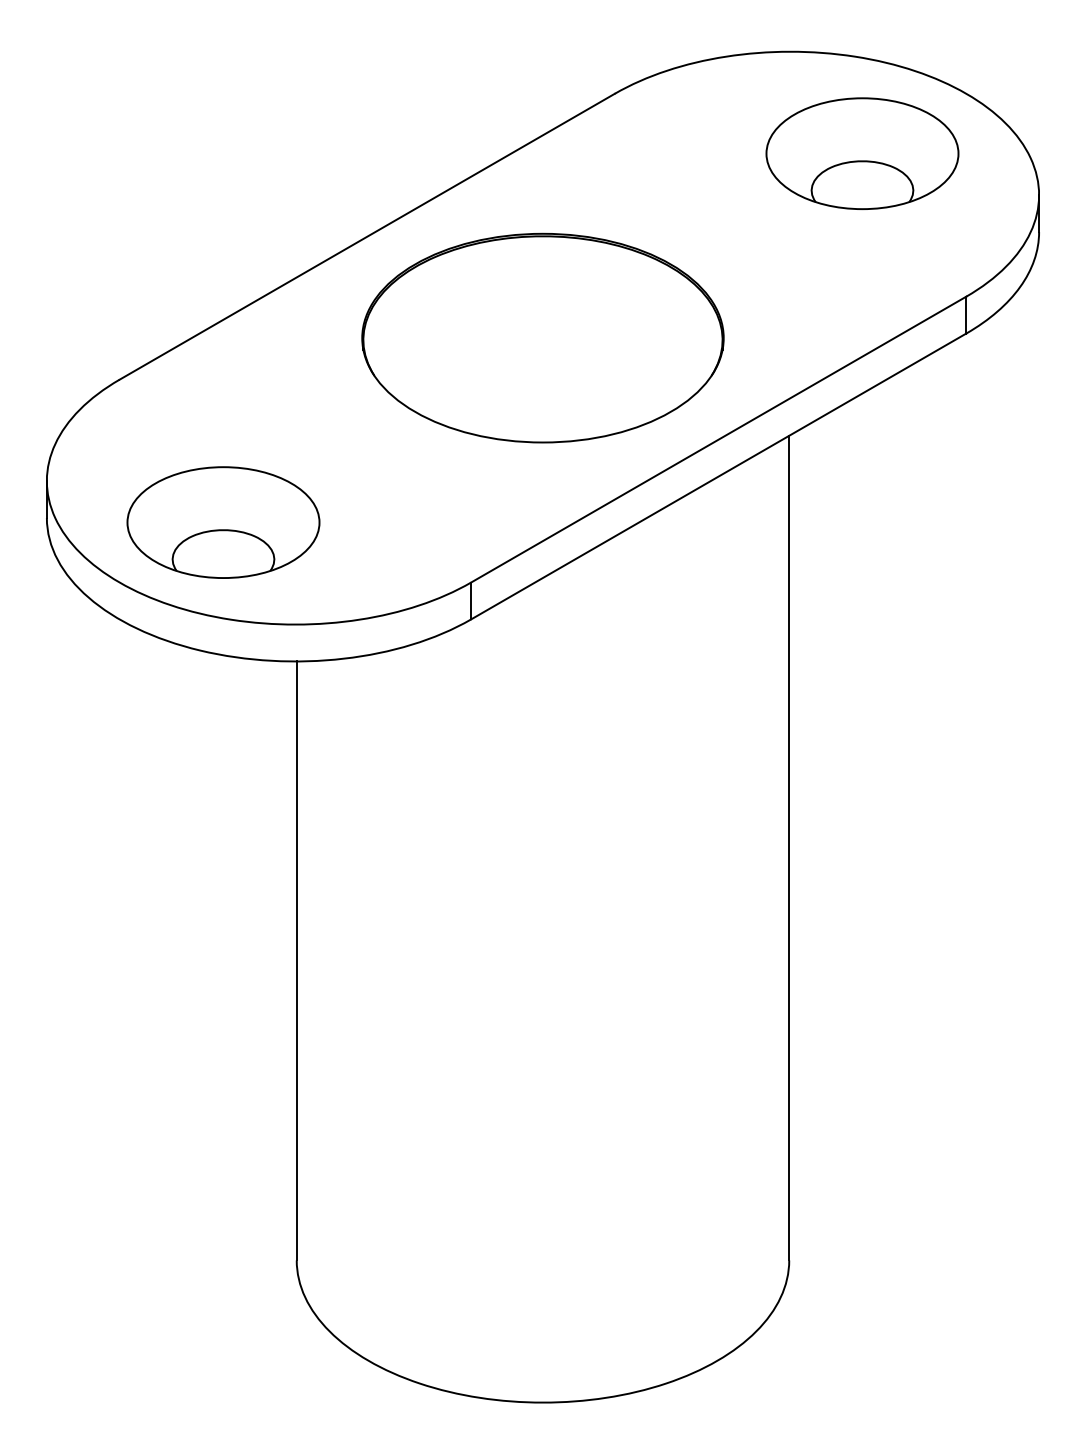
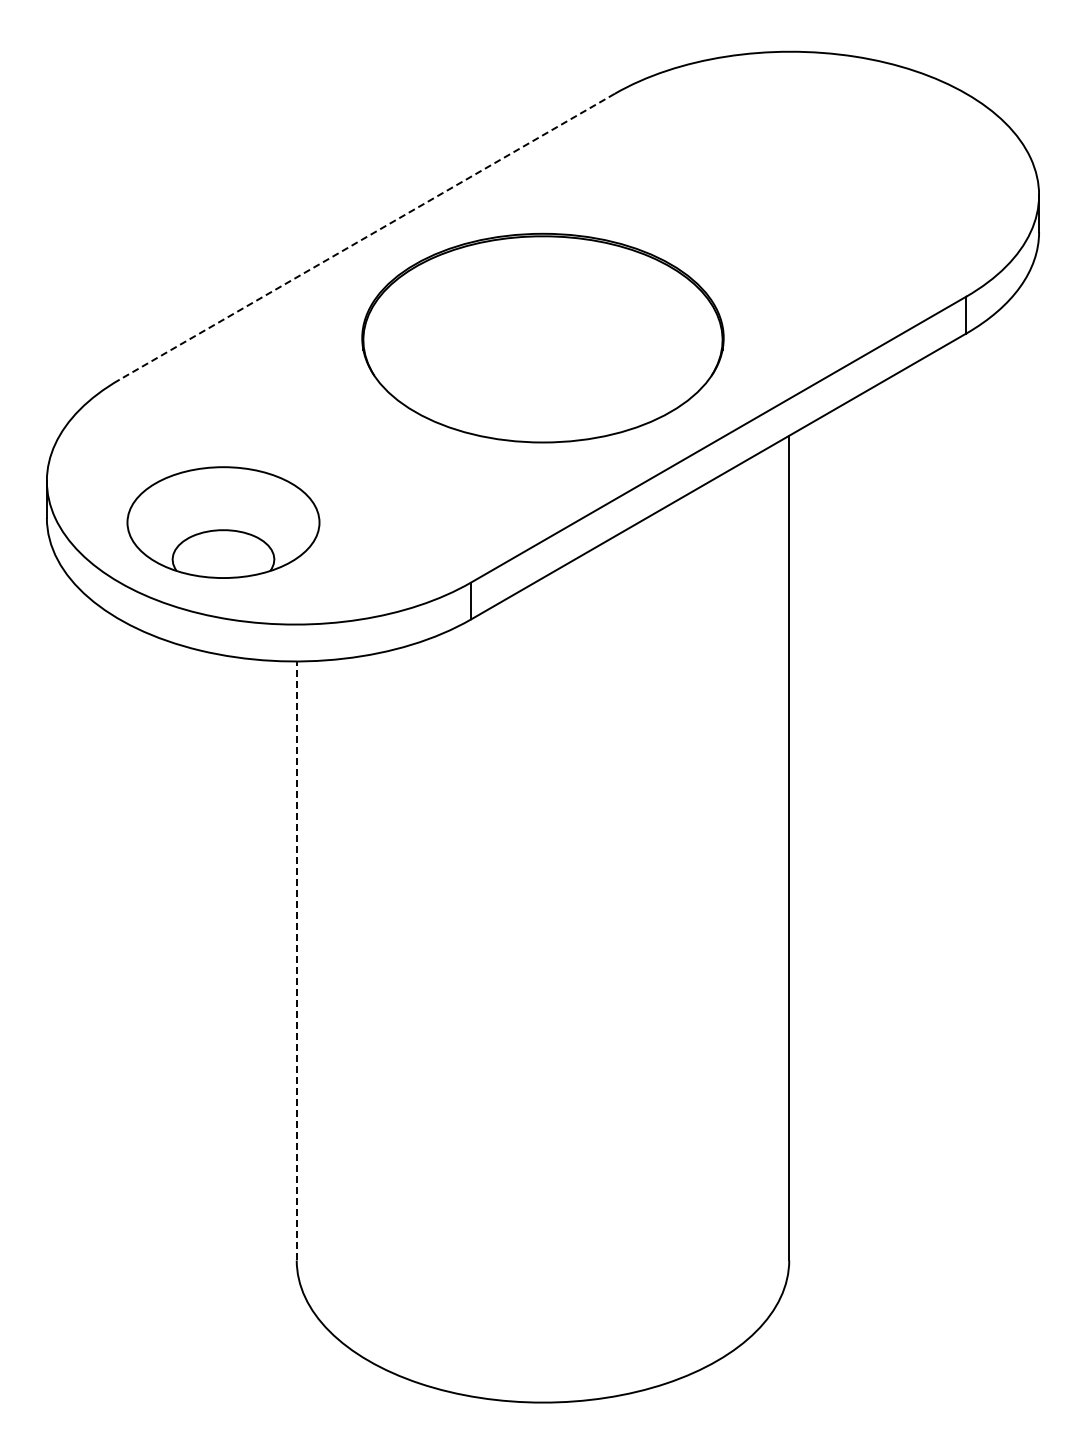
part at (862, 153): present -> none
line at (367, 236): solid -> dashed
line at (296, 960): solid -> dashed
